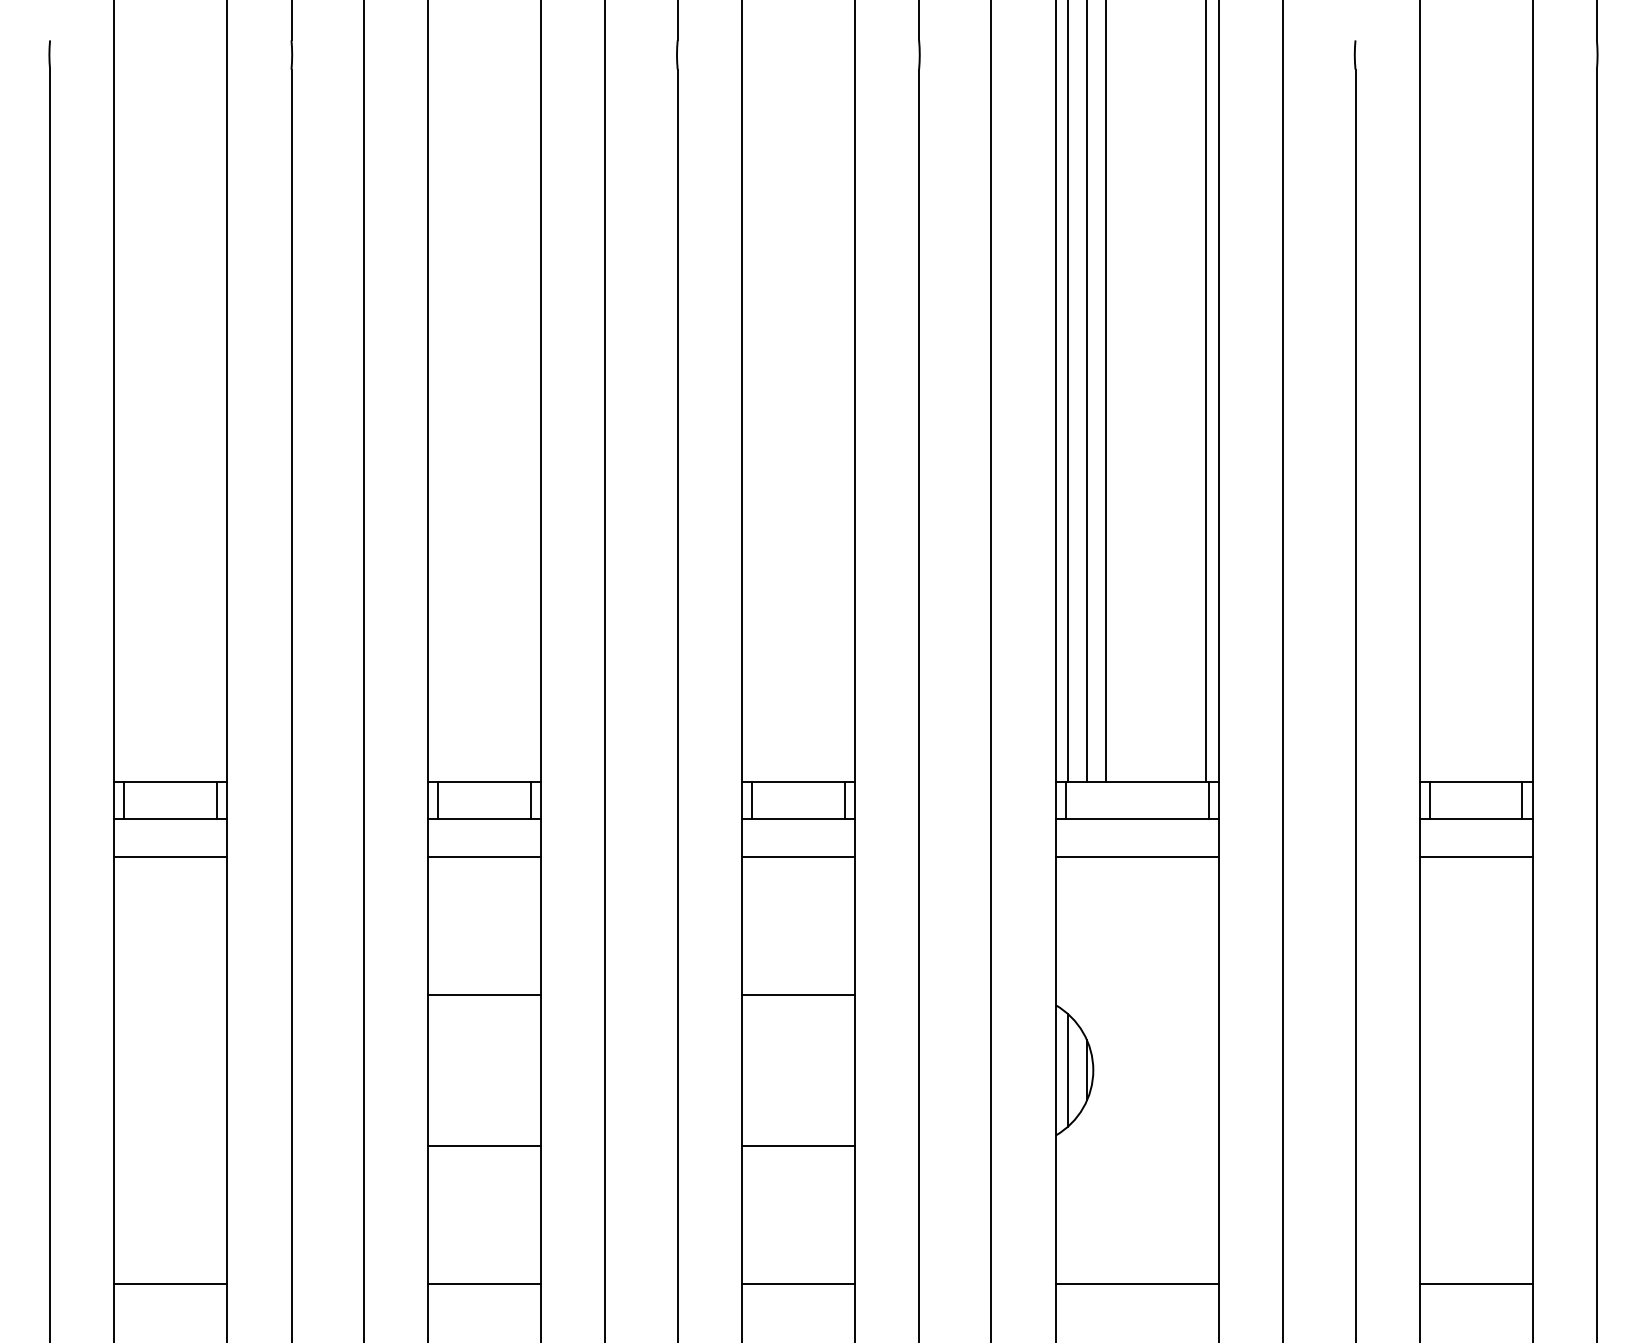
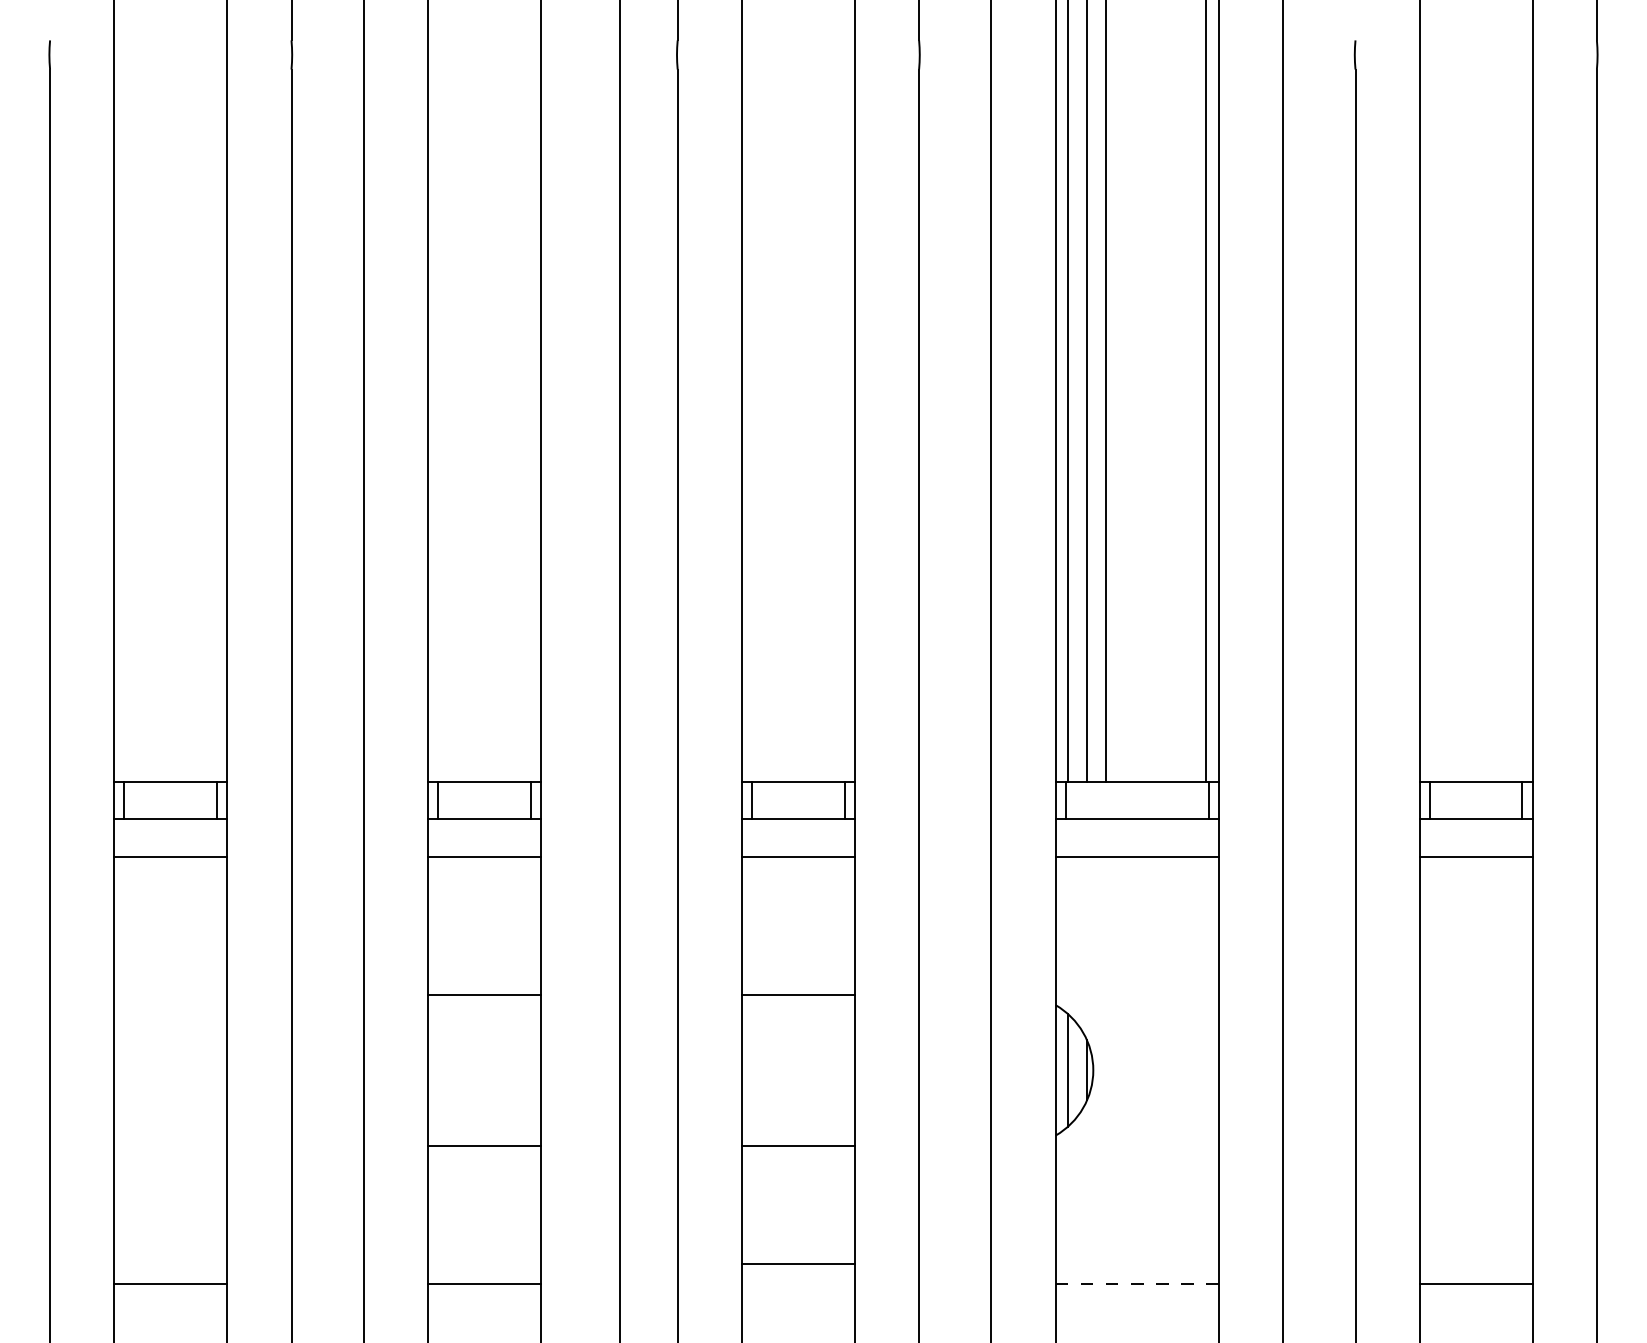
line at (605, 670) position: (605, 670) -> (620, 670)
line at (797, 1283) position: (797, 1283) -> (797, 1263)
line at (1137, 1283): solid -> dashed
